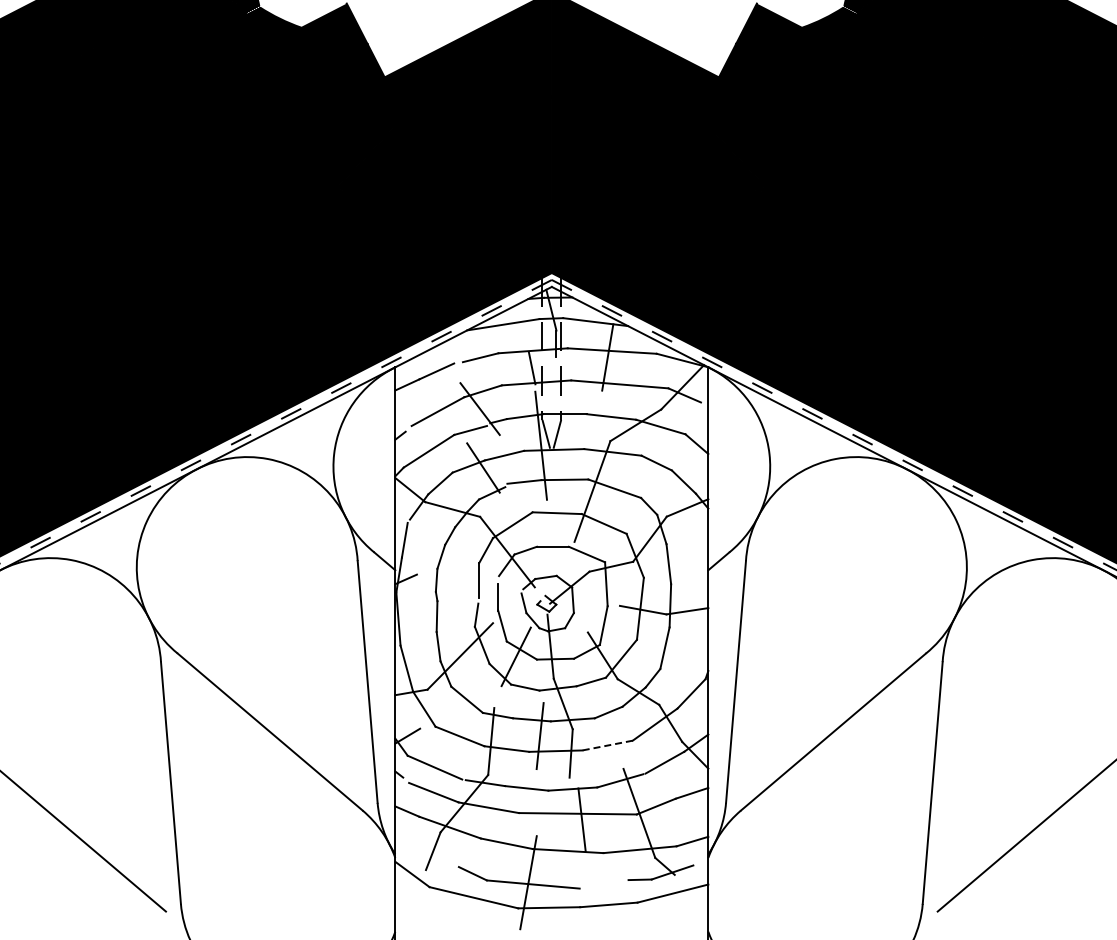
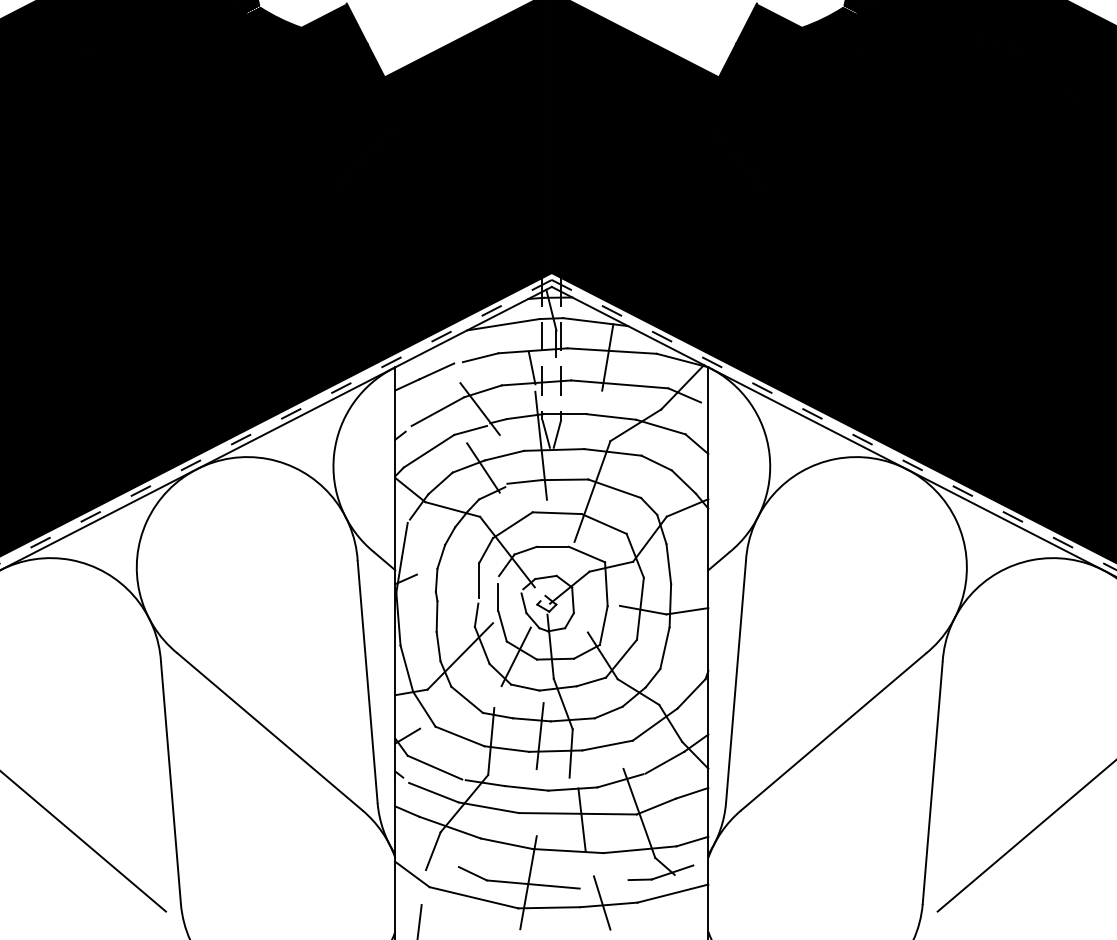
line at (607, 745): dashed -> solid
line at (601, 902): none -> present
line at (419, 920): none -> present
